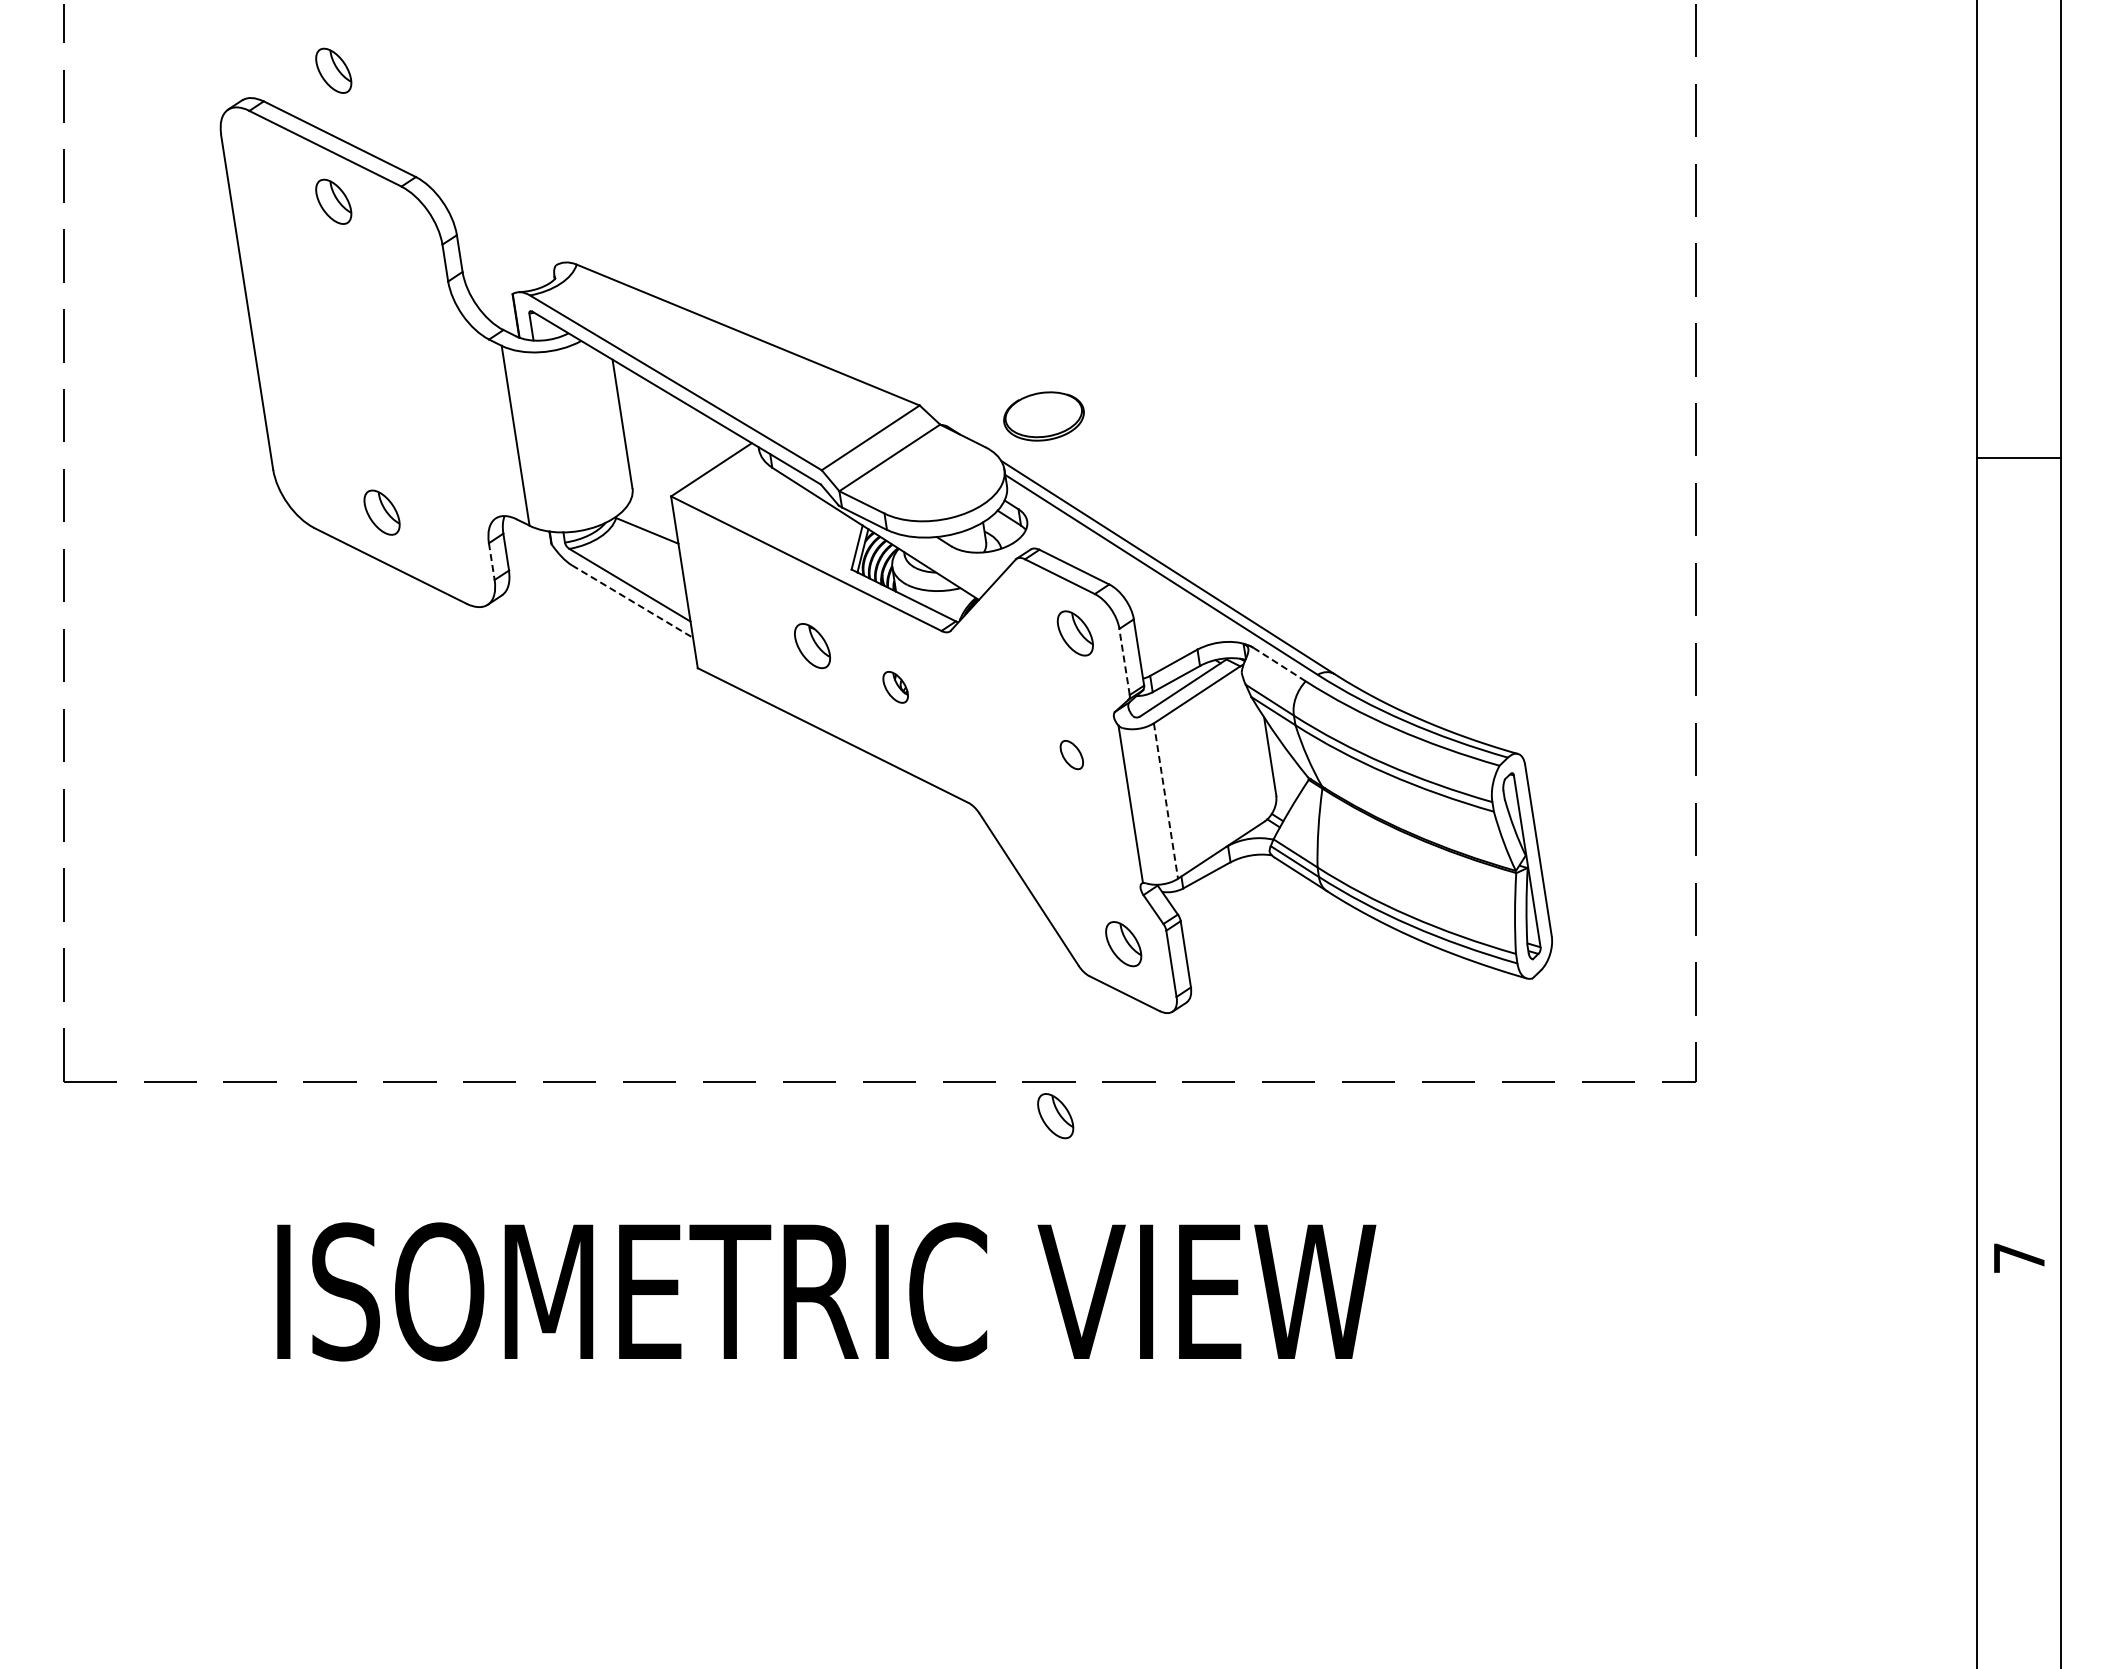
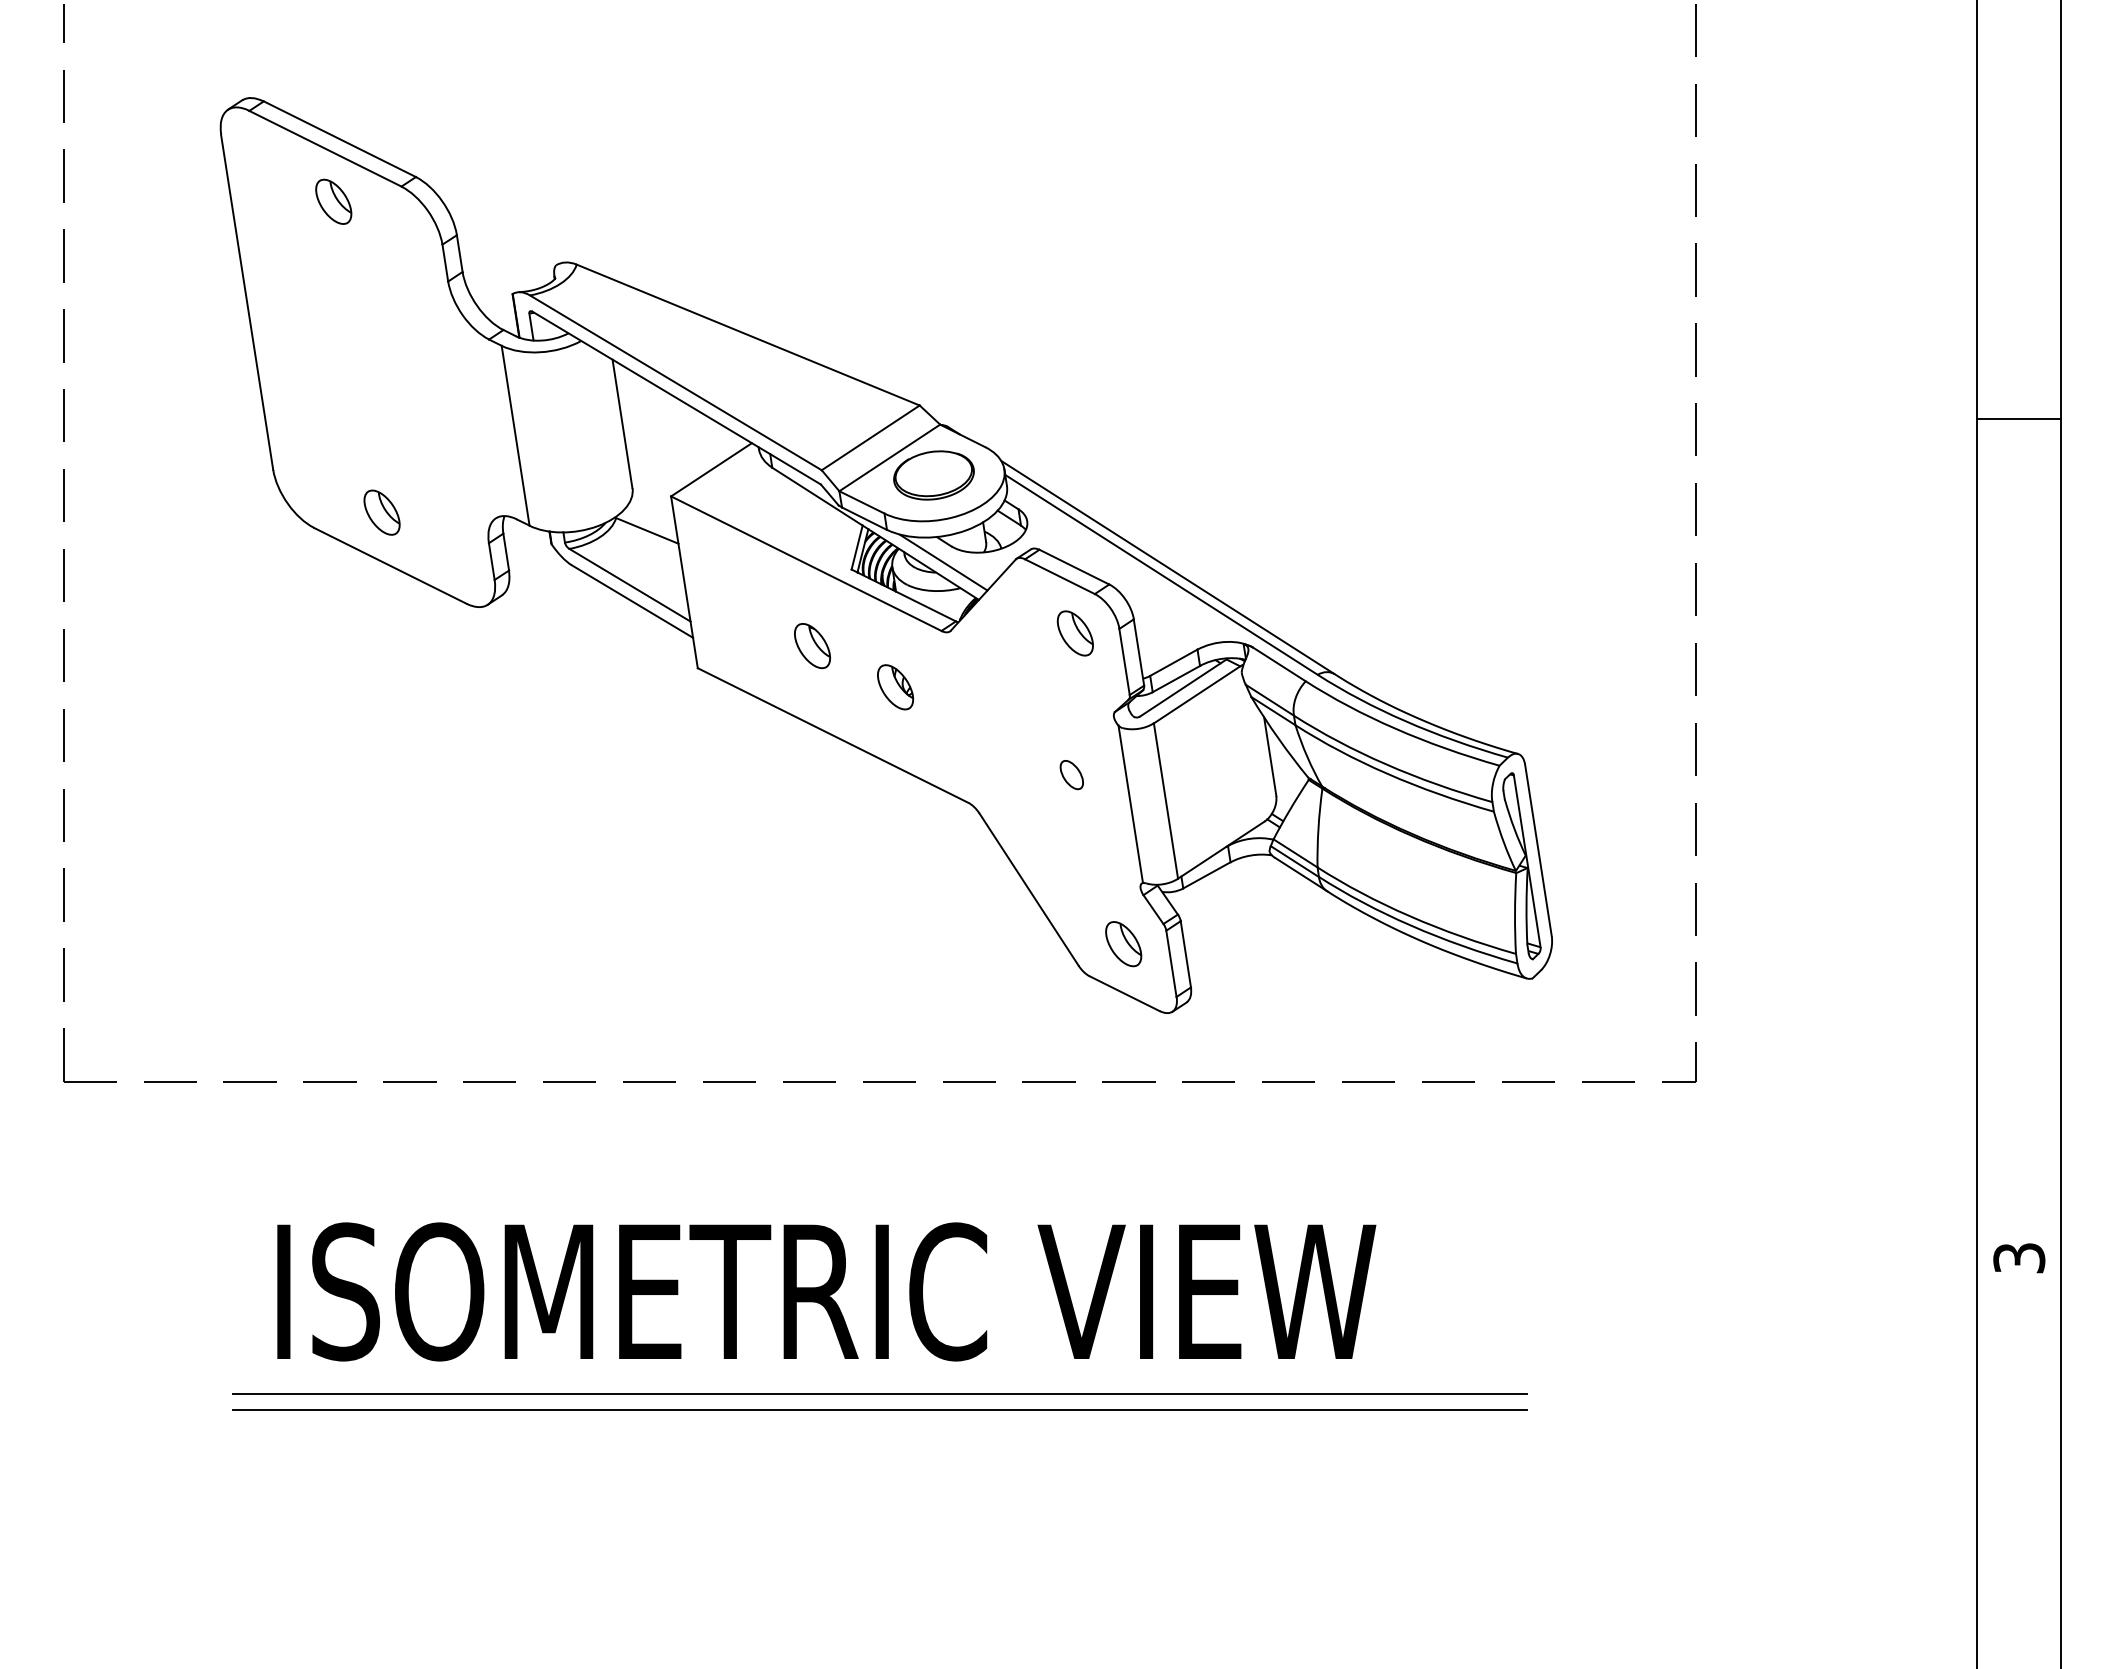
part at (333, 70): present -> none
part at (1043, 416) position: (1043, 416) -> (933, 475)
line at (2019, 458) position: (2019, 458) -> (2019, 419)
line at (491, 561): dashed -> solid
line at (943, 562): none -> present
line at (632, 601): dashed -> solid
line at (1124, 661): dashed -> solid
line at (1279, 664): dashed -> solid
part at (895, 687) size: 27x33 px -> 38x47 px
part at (1071, 755) position: (1071, 755) -> (1071, 775)
line at (1165, 801): dashed -> solid
part at (1055, 1116): present -> none
text at (2019, 1258): 7 -> 3
line at (879, 1393): none -> present
line at (879, 1410): none -> present
